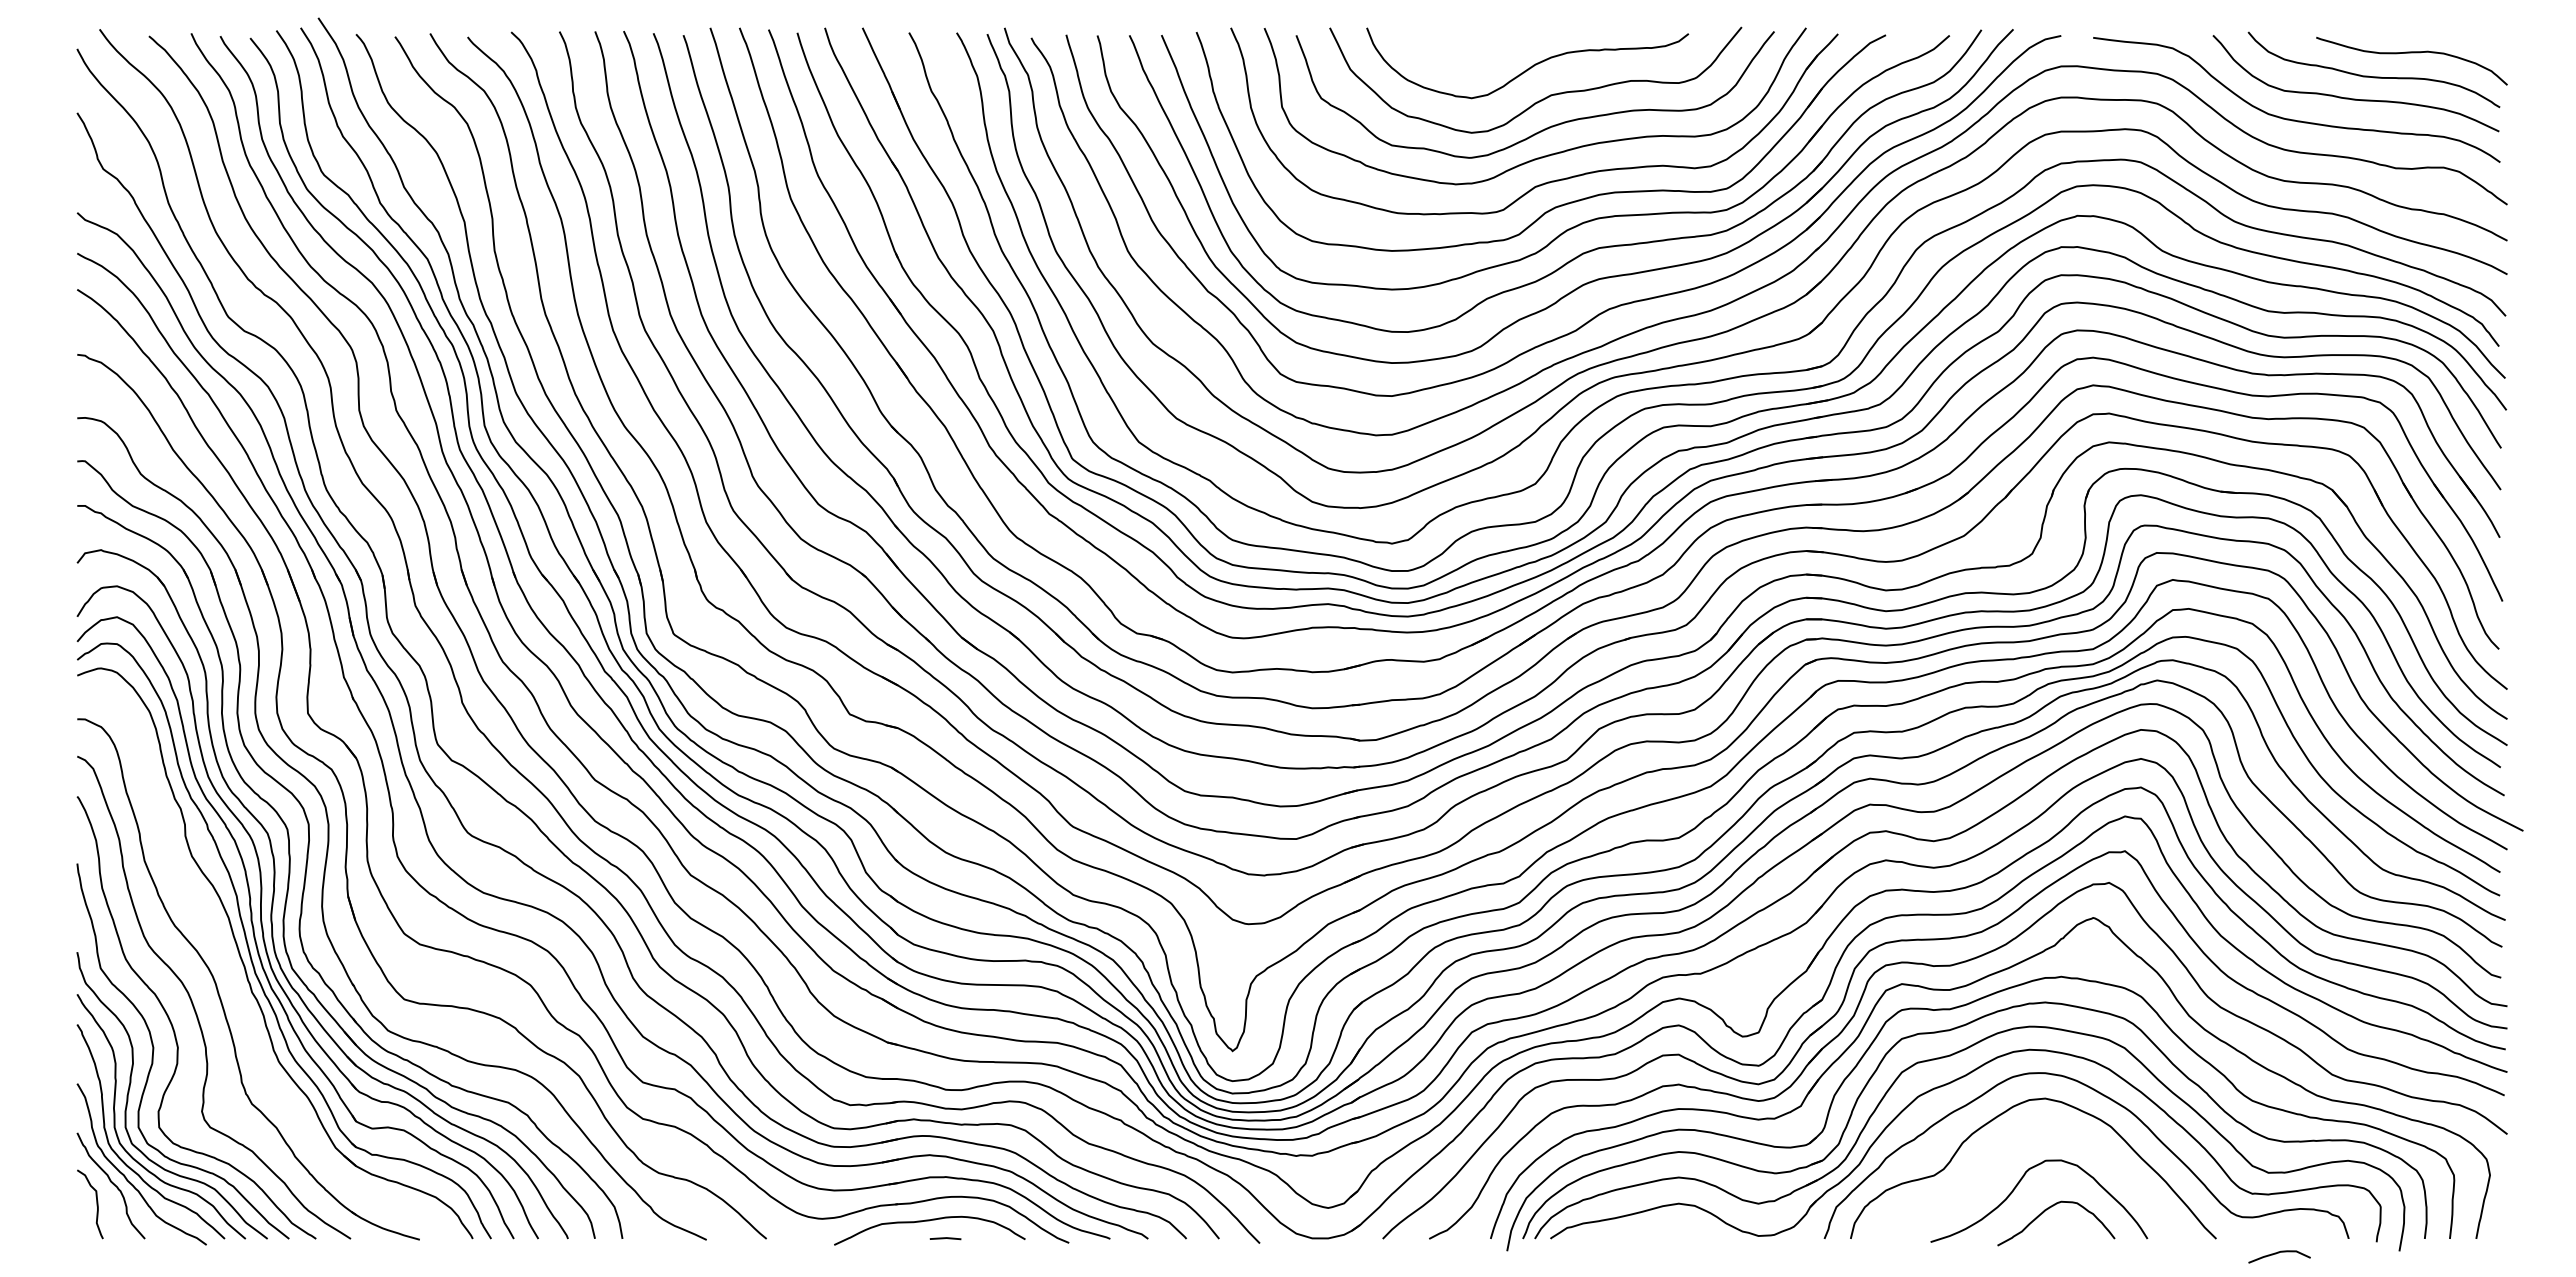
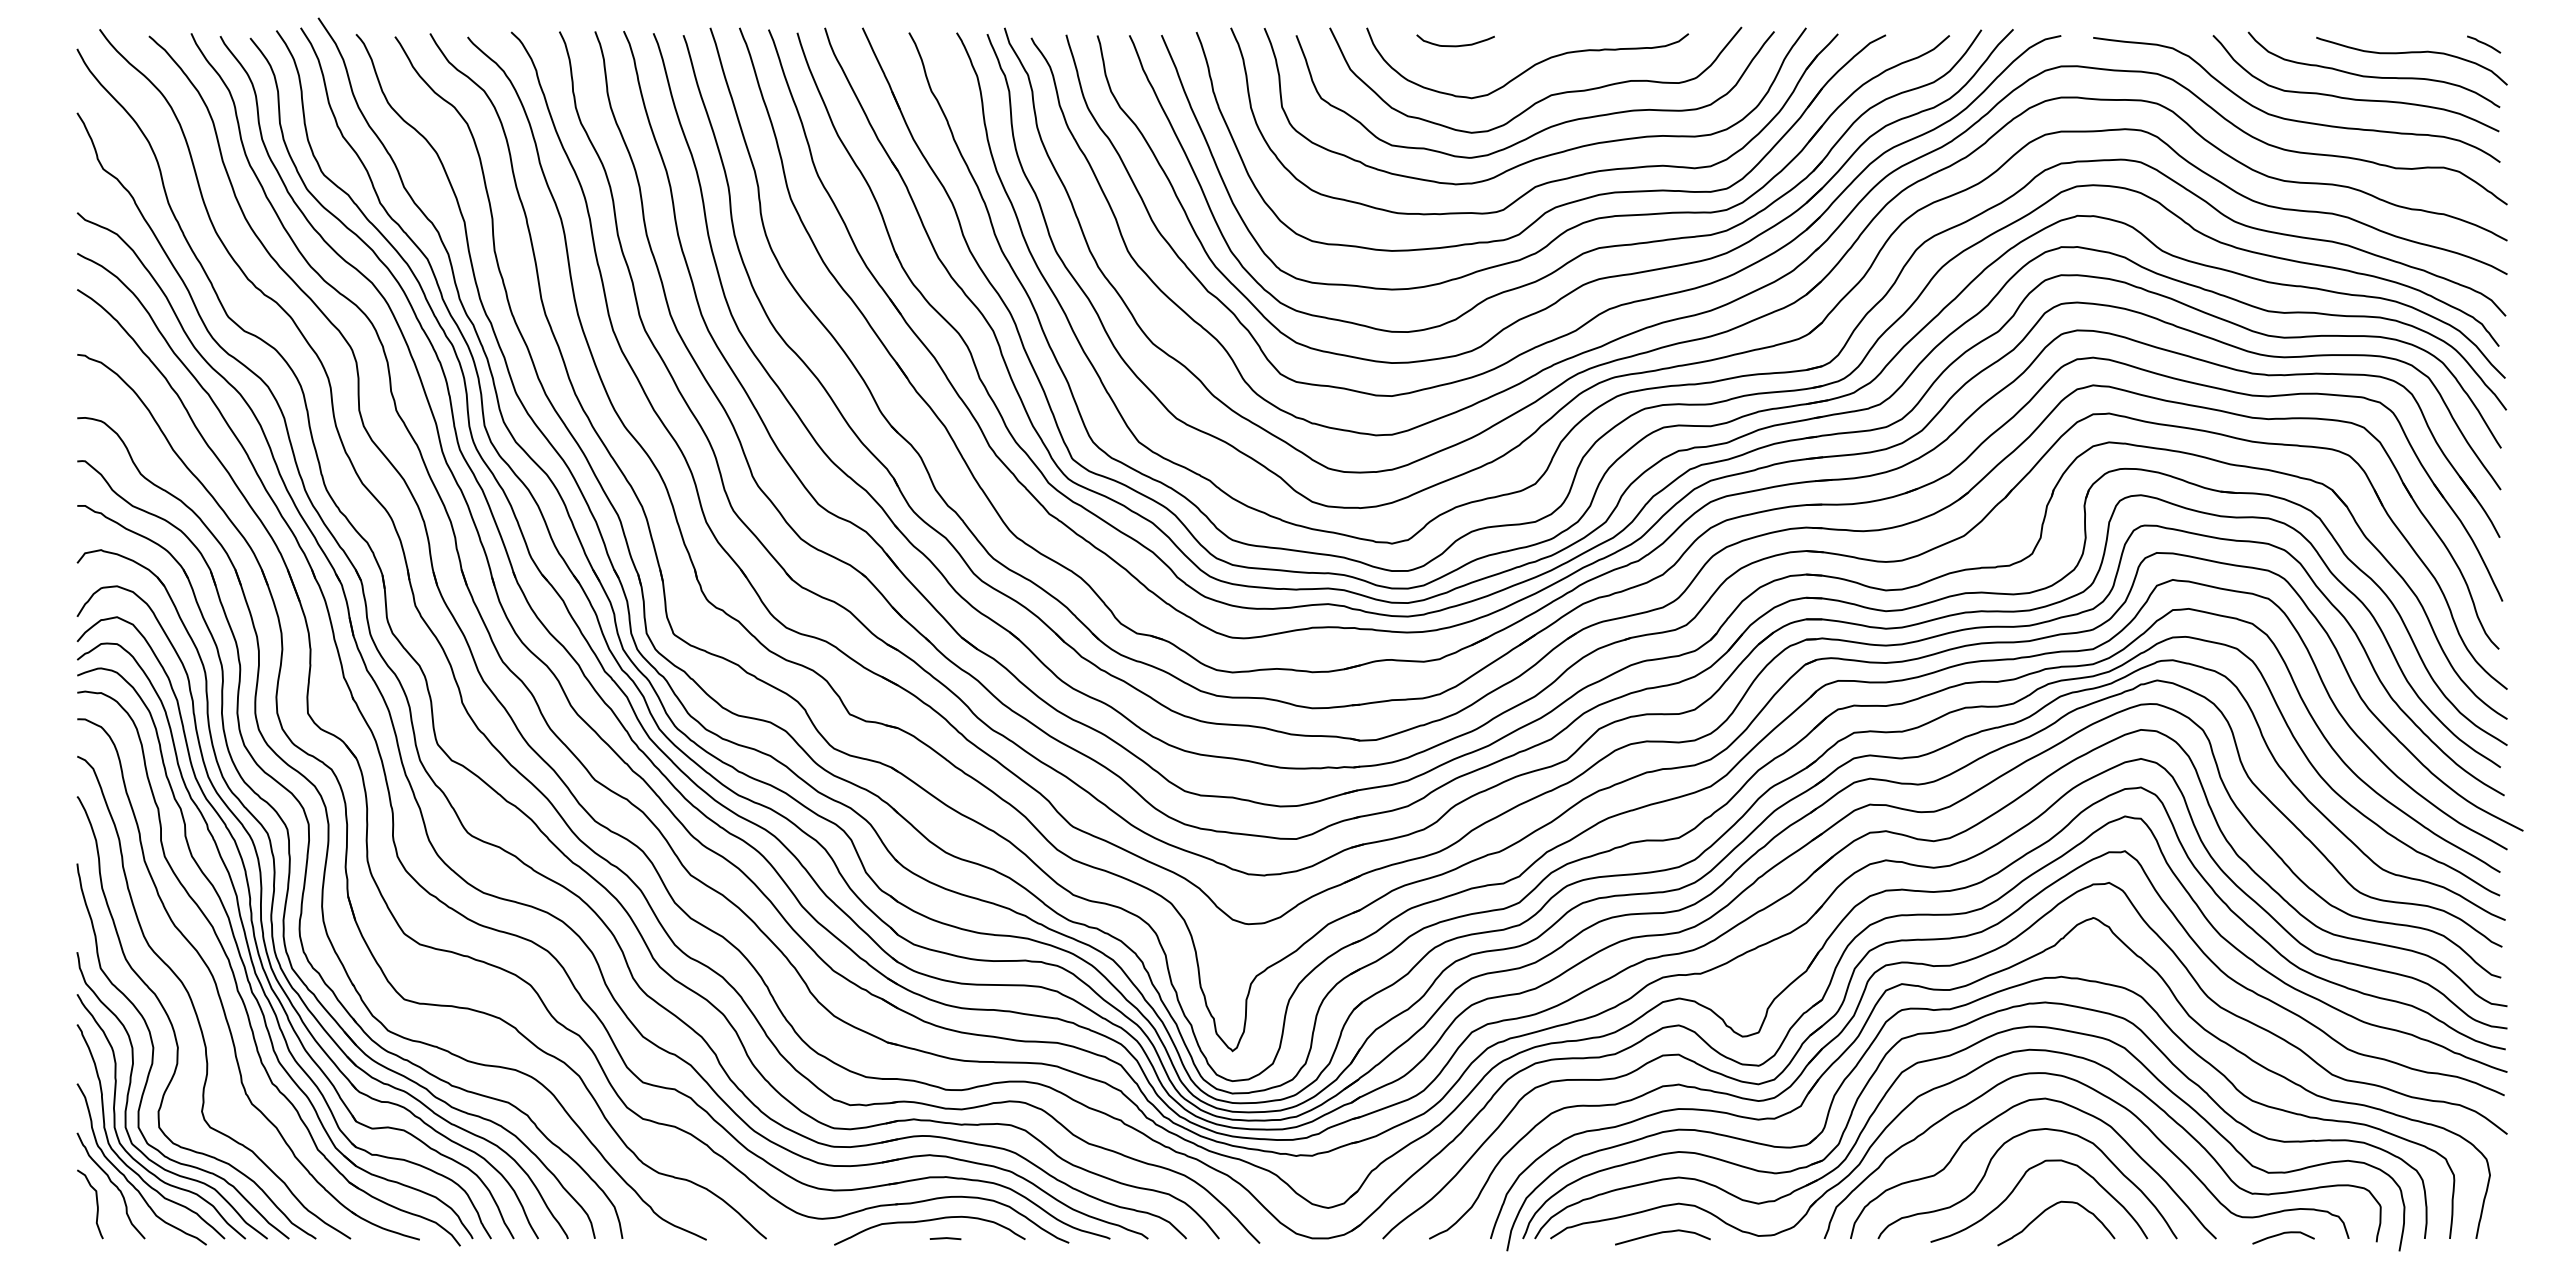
line at (2484, 44): none -> present
curve at (1455, 45): none -> present
part at (235, 976): none -> present
curve at (1988, 1168): none -> present
curve at (1662, 1233): none -> present
curve at (2279, 1253) position: (2279, 1253) -> (2283, 1234)
